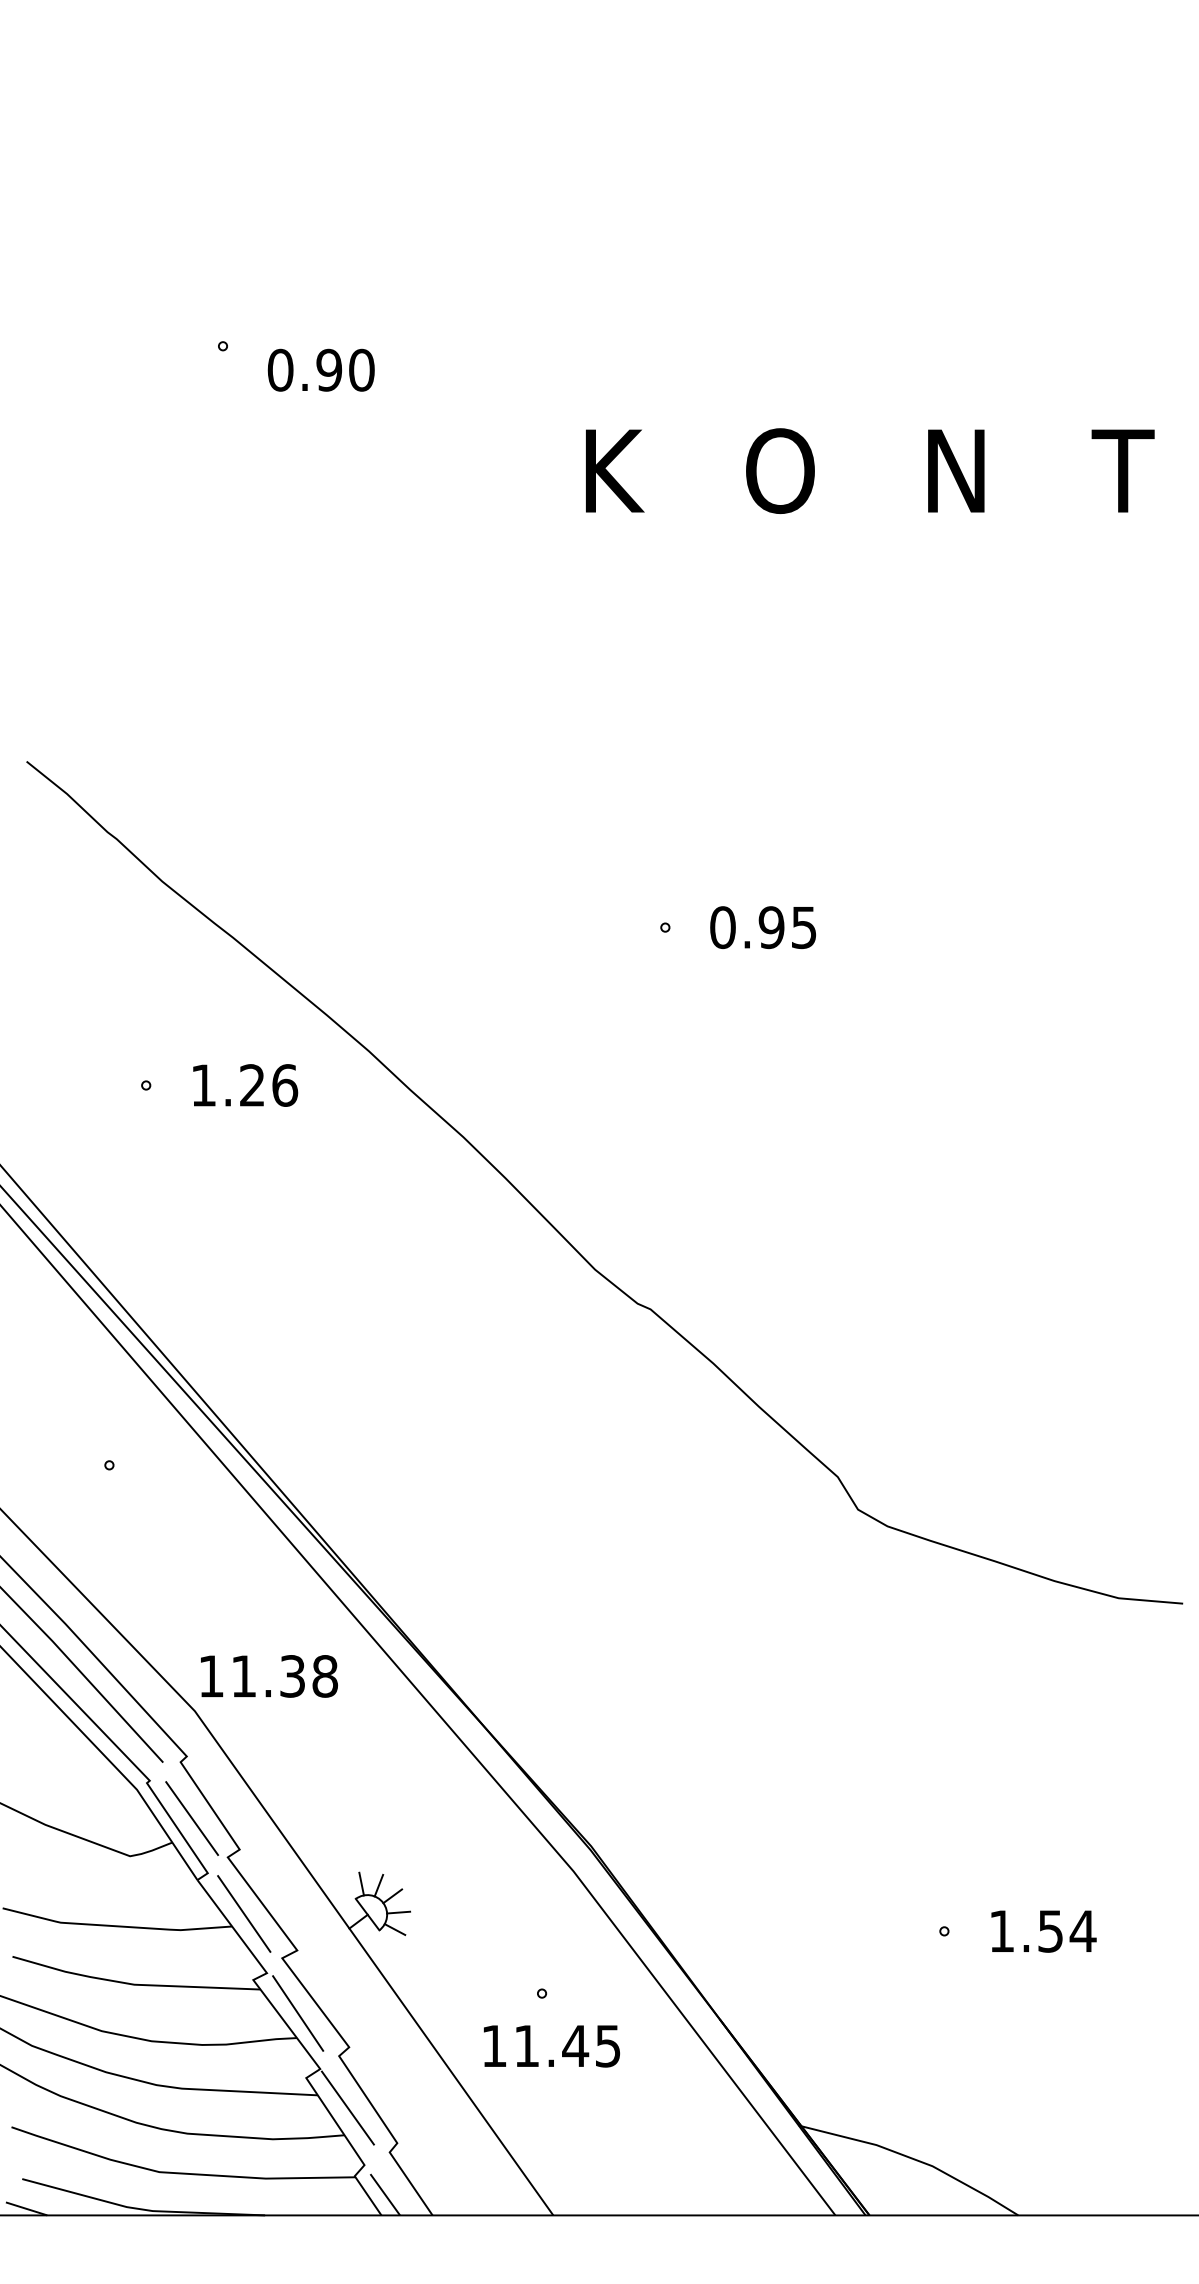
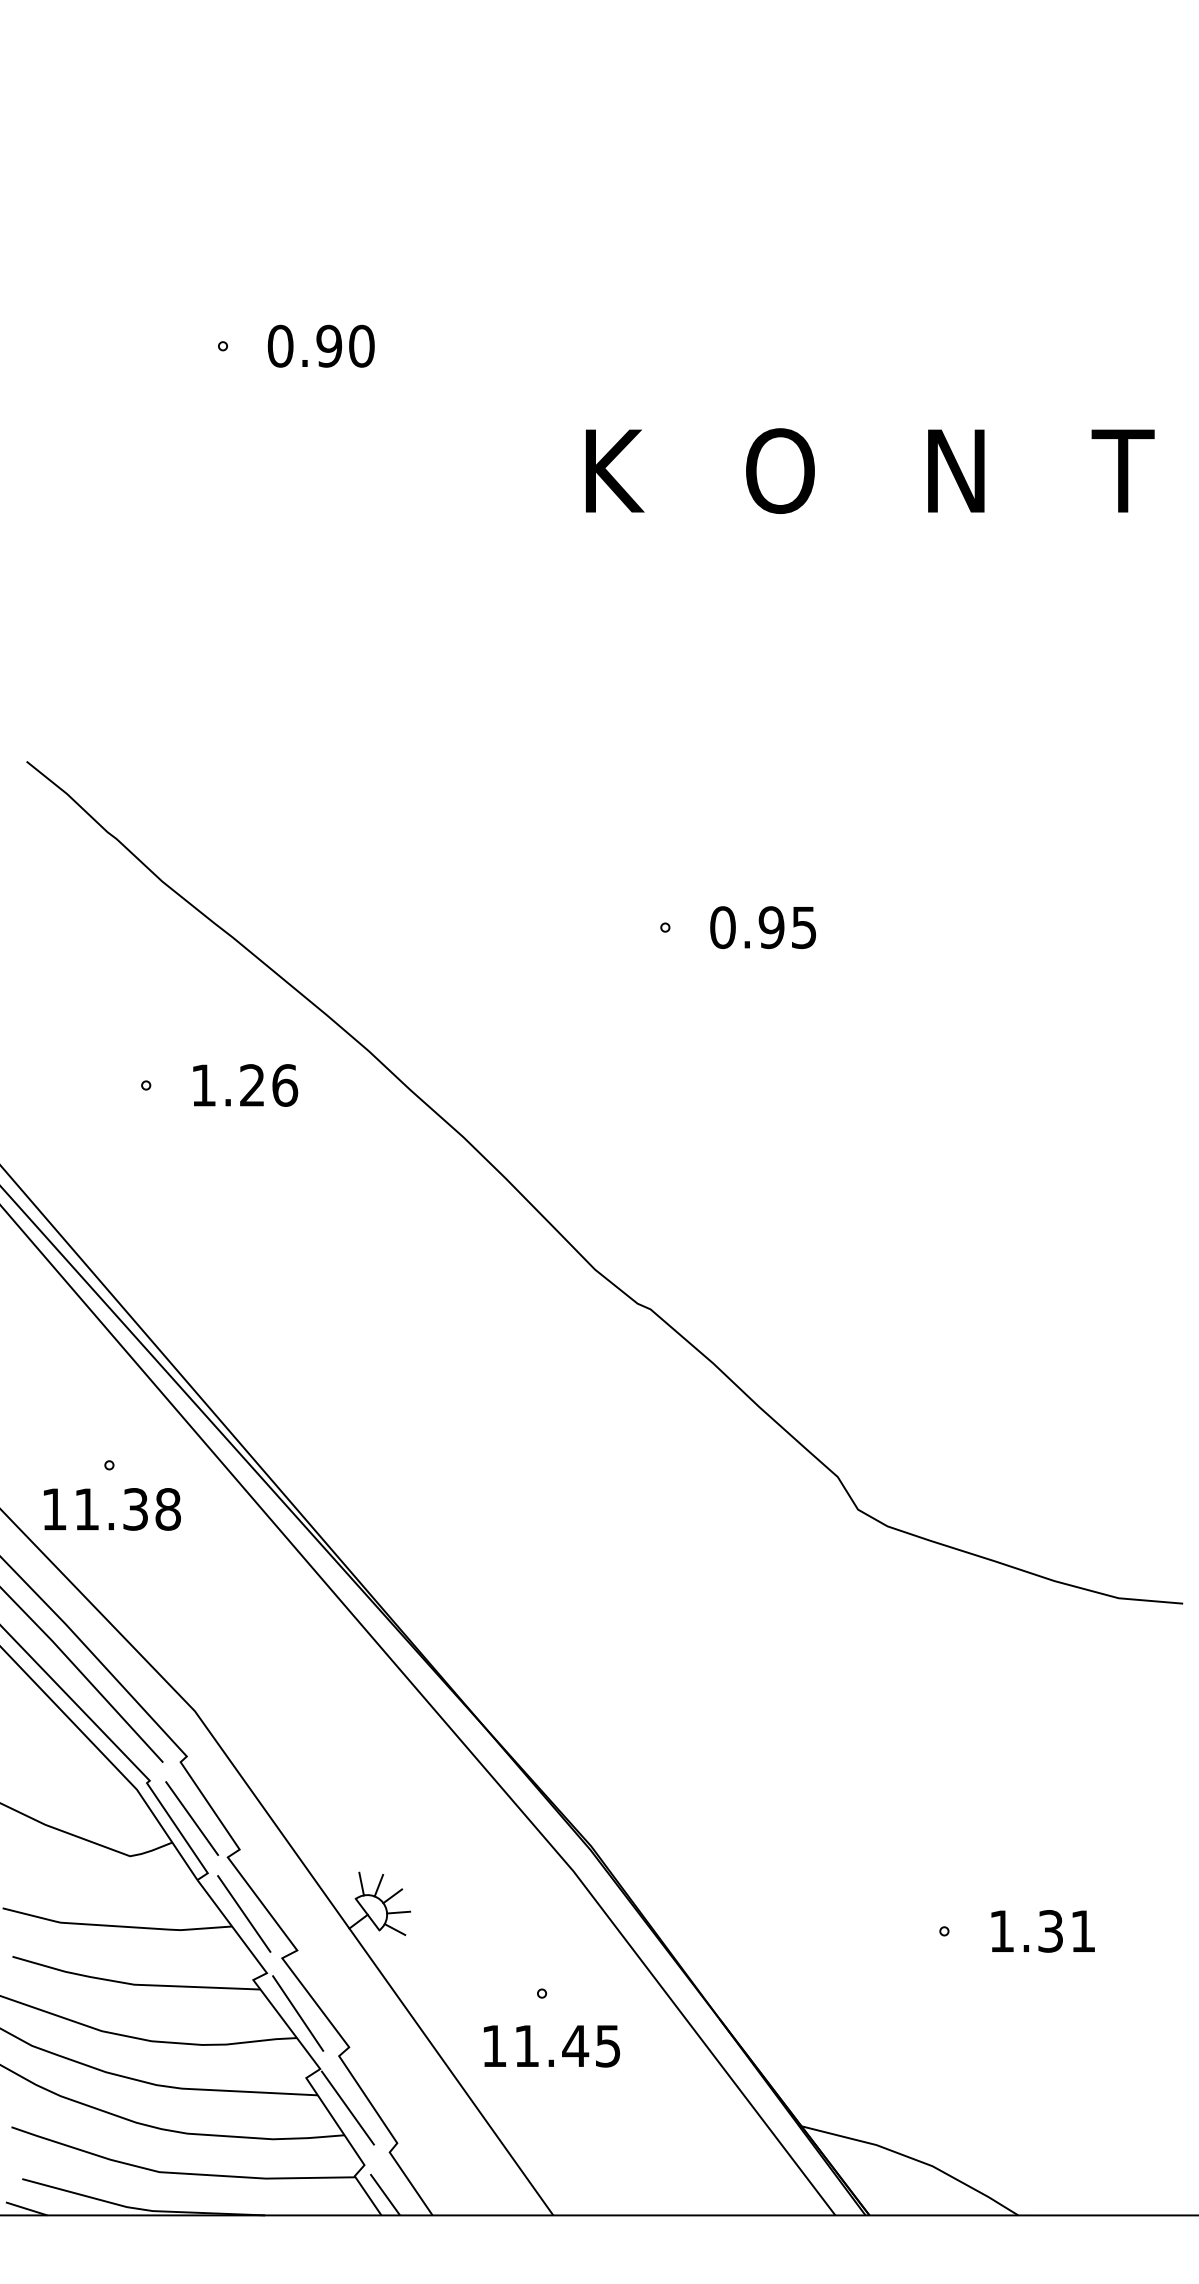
text at (320, 369) position: (320, 369) -> (320, 345)
text at (269, 1676) position: (269, 1676) -> (112, 1509)
text at (1067, 1931): 1.54 -> 1.31
